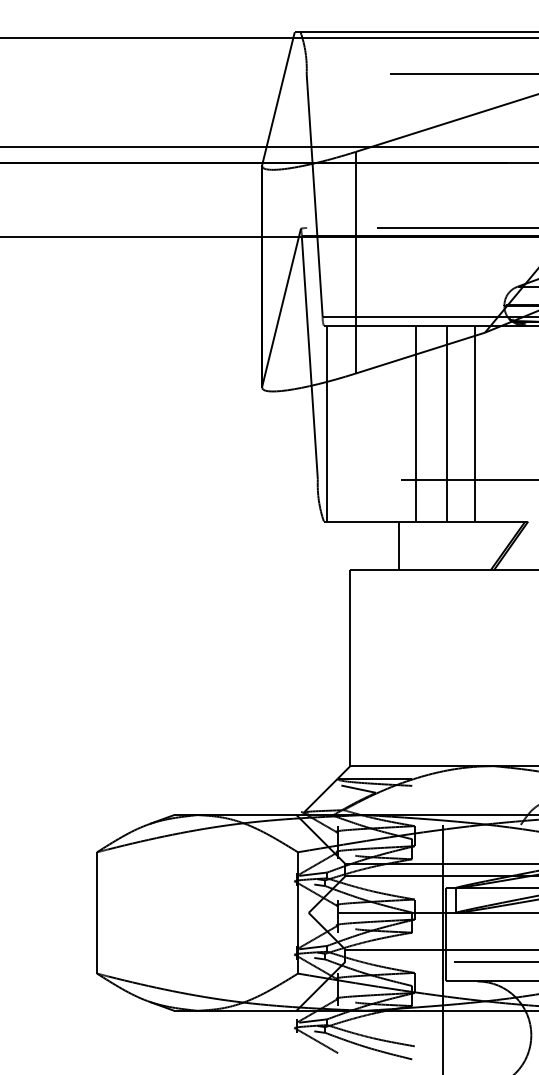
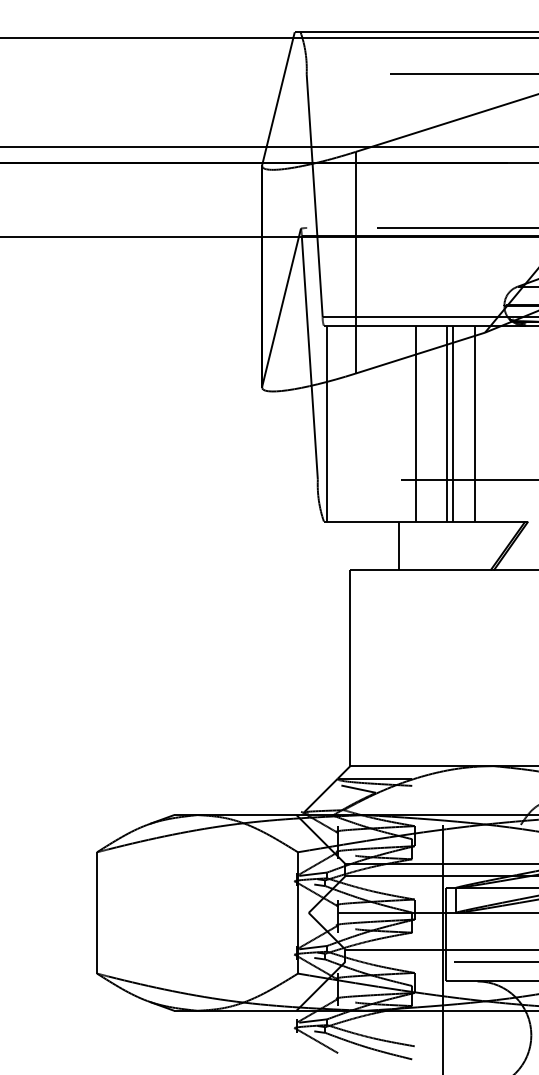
line at (453, 423): none -> present
